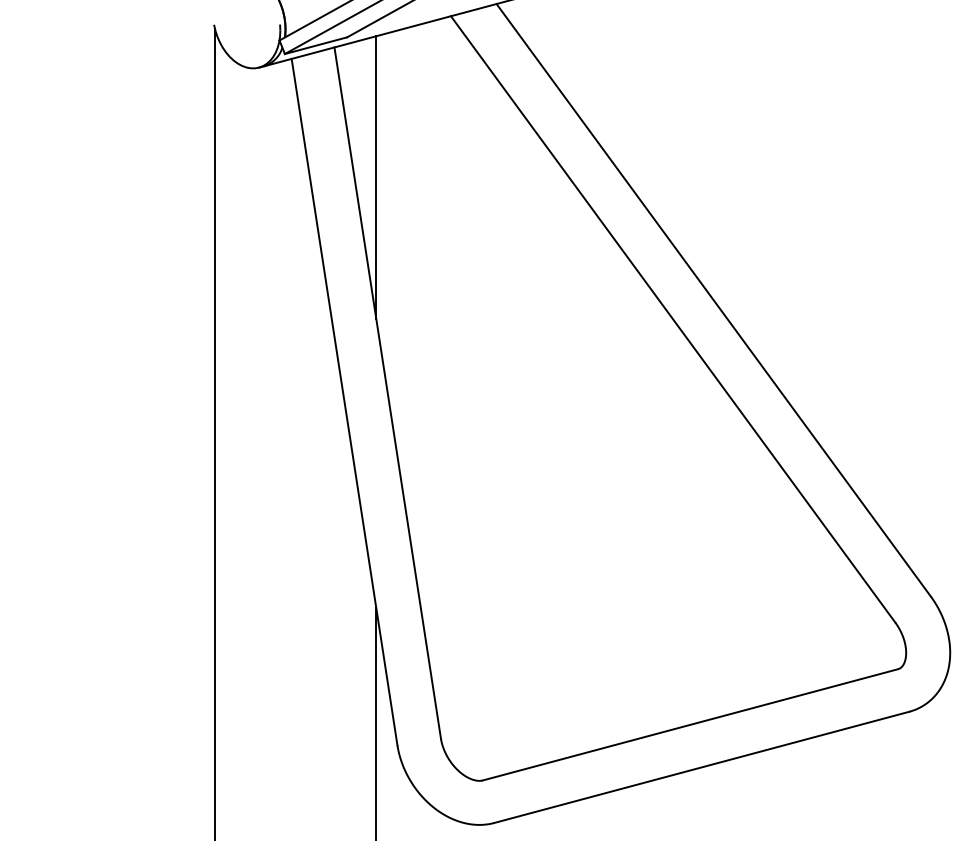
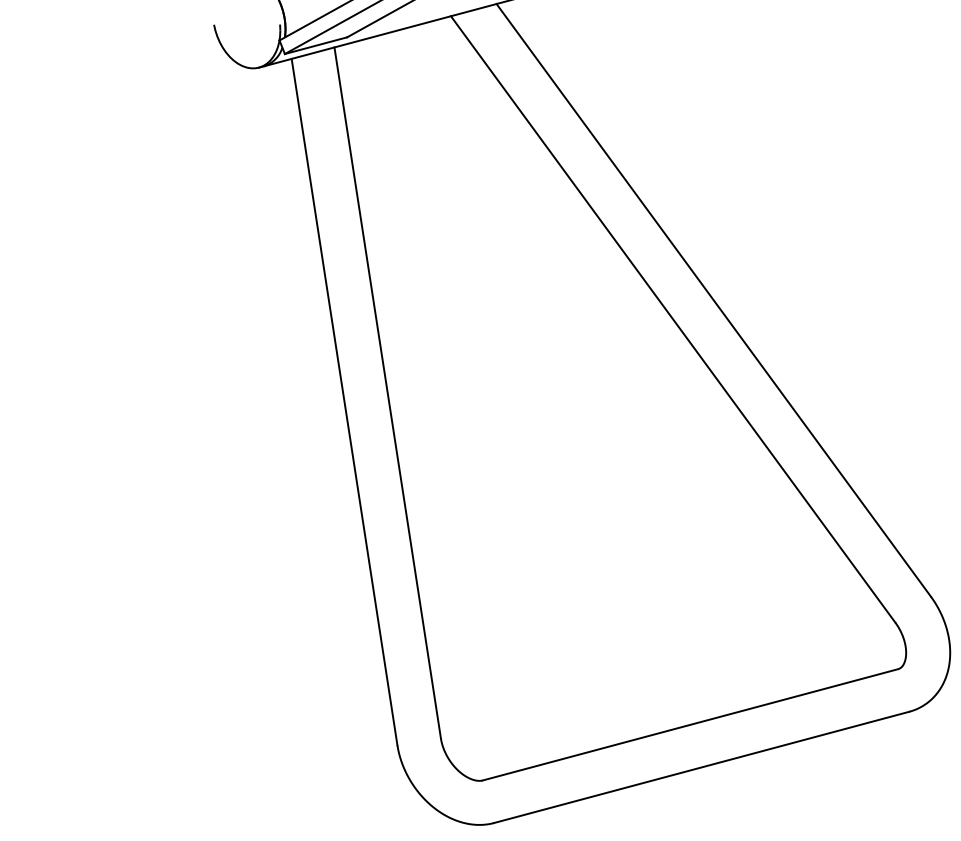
line at (376, 177): present -> none
line at (215, 433): present -> none
line at (376, 722): present -> none
